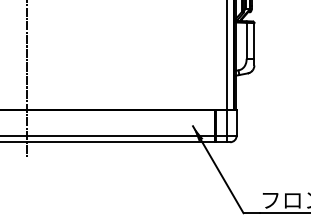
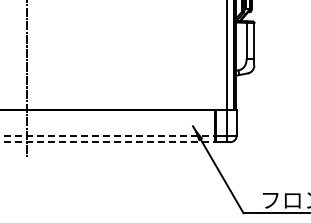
line at (107, 135): solid -> dashed
line at (107, 142): solid -> dashed
